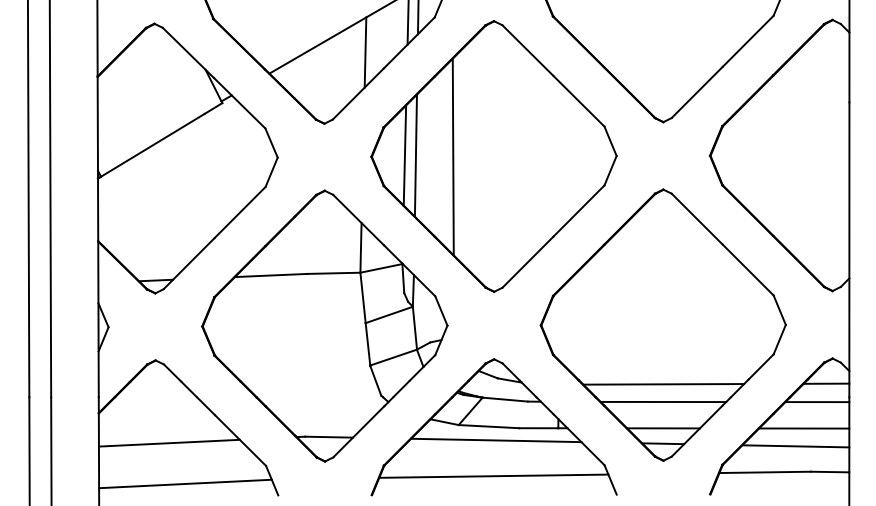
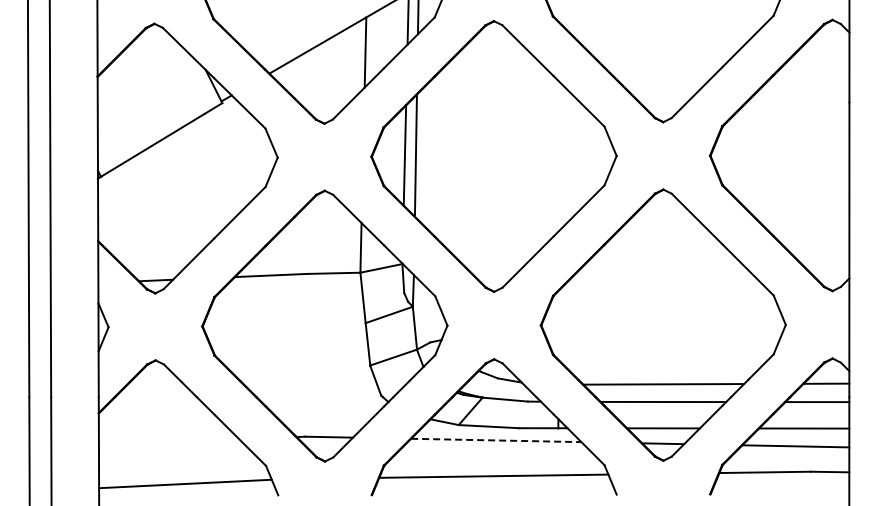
line at (452, 156): present -> none
line at (496, 440): solid -> dashed
line at (168, 442): present -> none
